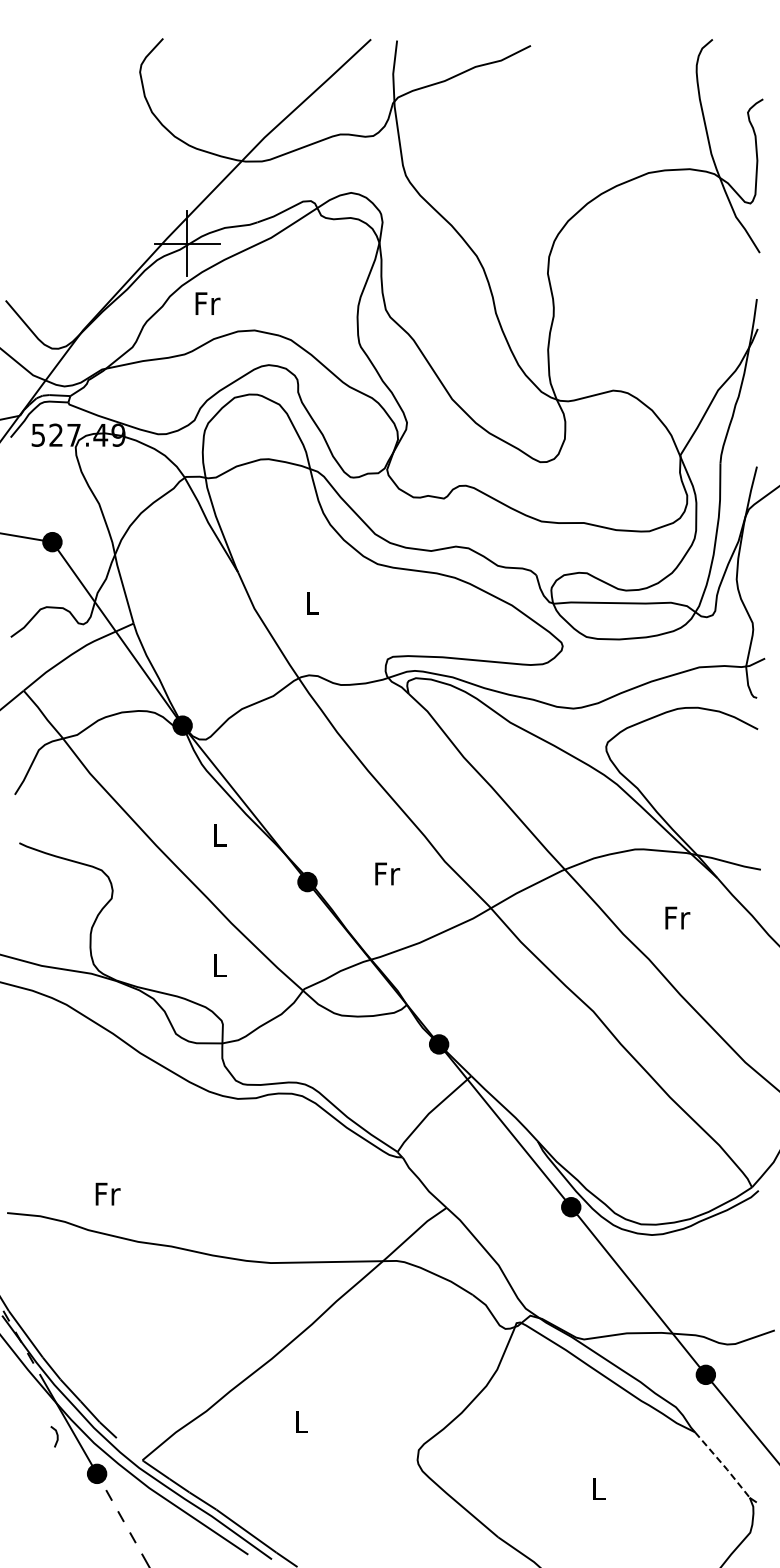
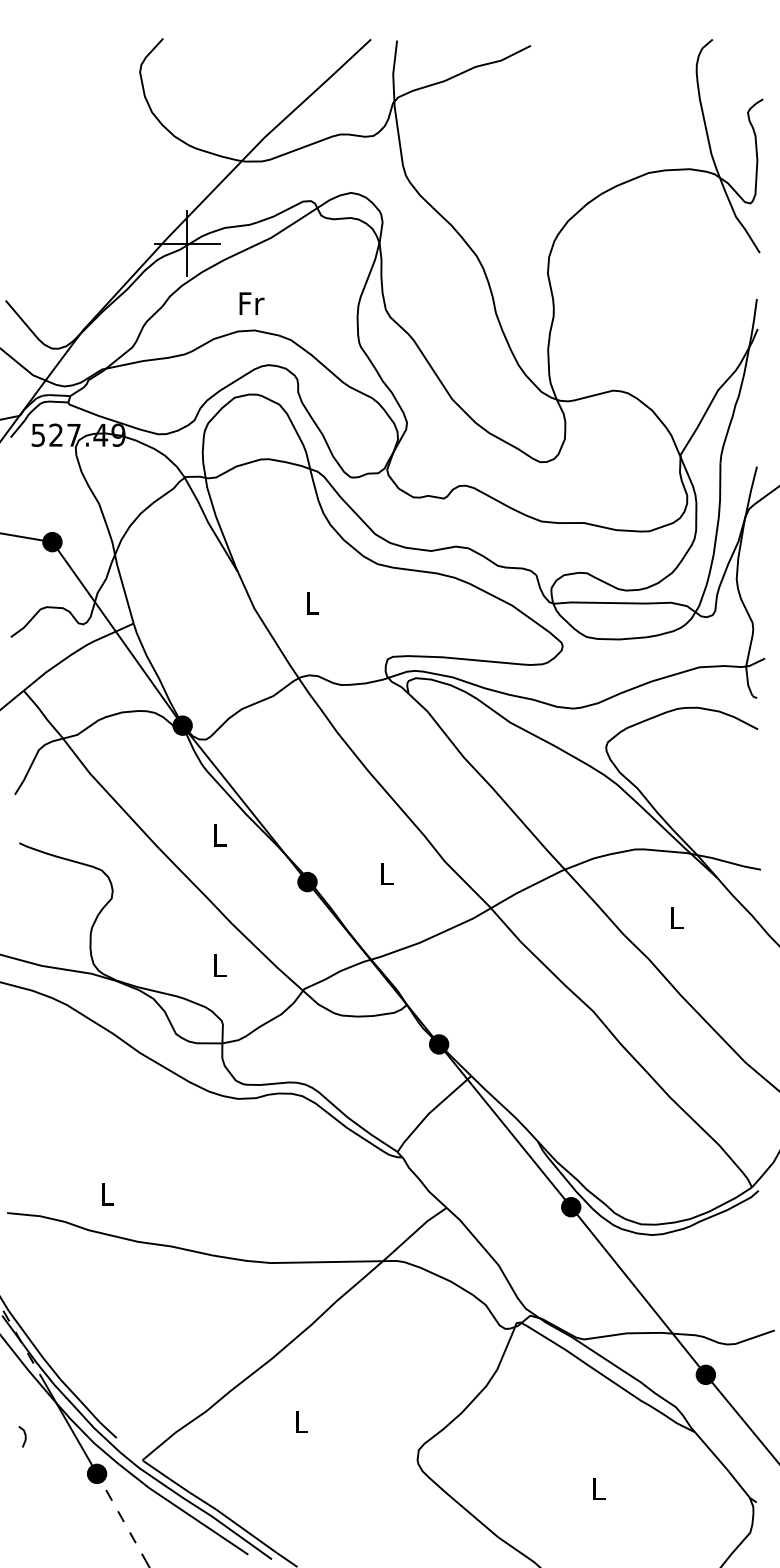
text at (207, 303) position: (207, 303) -> (251, 303)
text at (387, 873): Fr -> L
text at (677, 917): Fr -> L
text at (107, 1193): Fr -> L
line at (56, 1436) position: (56, 1436) -> (24, 1436)
line at (723, 1465): dashed -> solid
